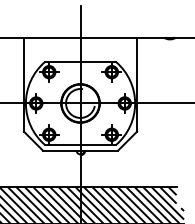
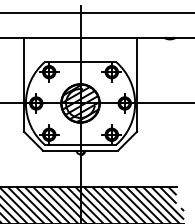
line at (96, 13): none -> present
hatch at (80, 103): none -> present
